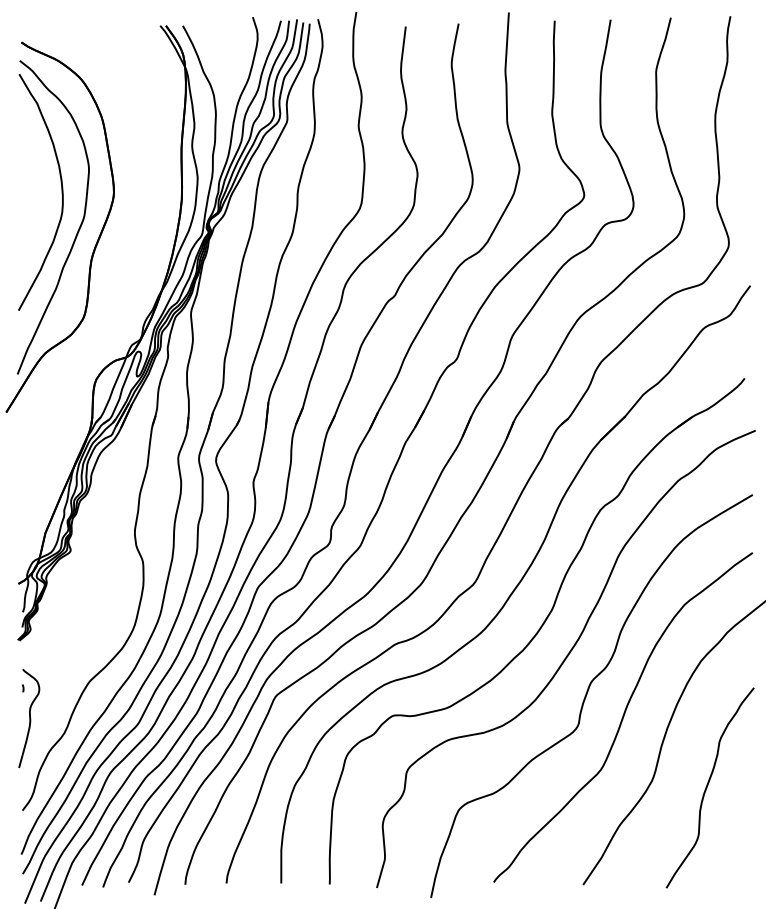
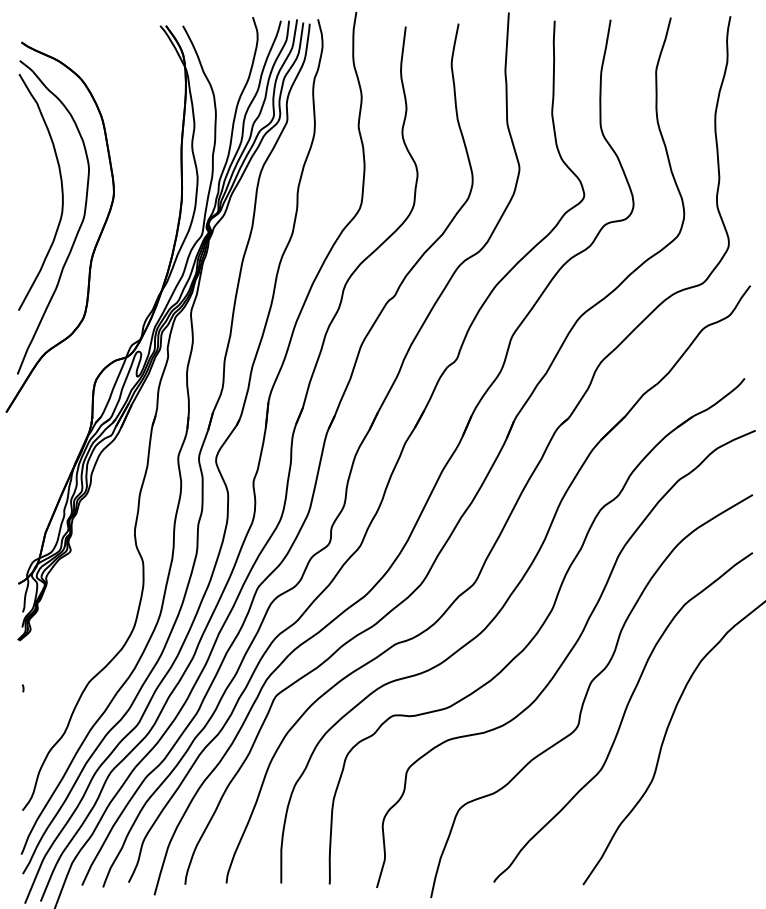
curve at (29, 718): present -> none
curve at (707, 787): present -> none
